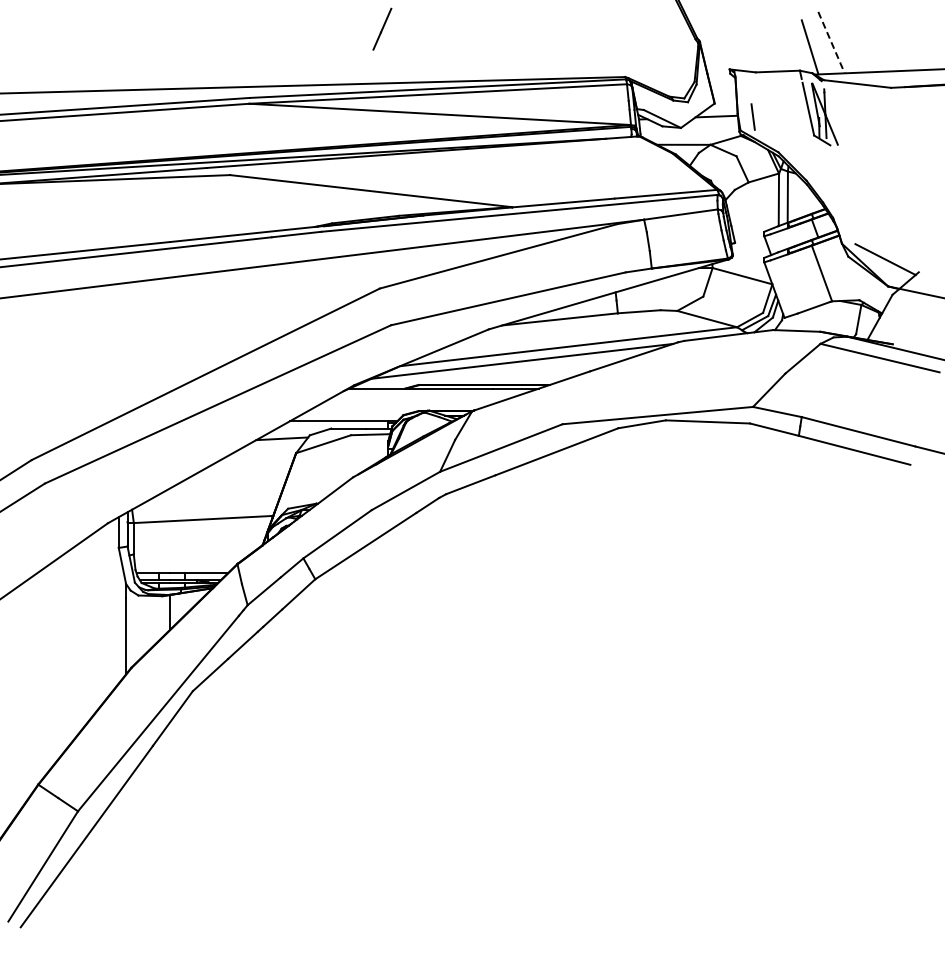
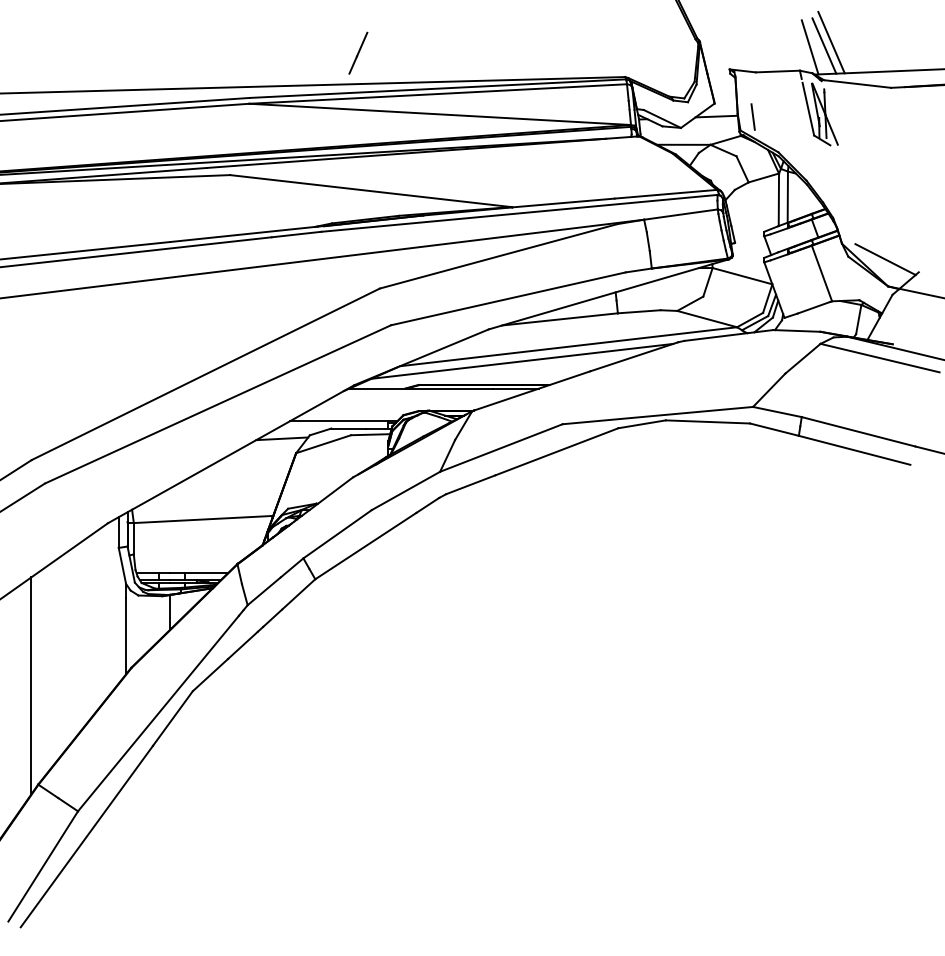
line at (382, 28) position: (382, 28) -> (358, 52)
line at (831, 43): dashed -> solid
line at (824, 45): none -> present
line at (31, 685): none -> present
